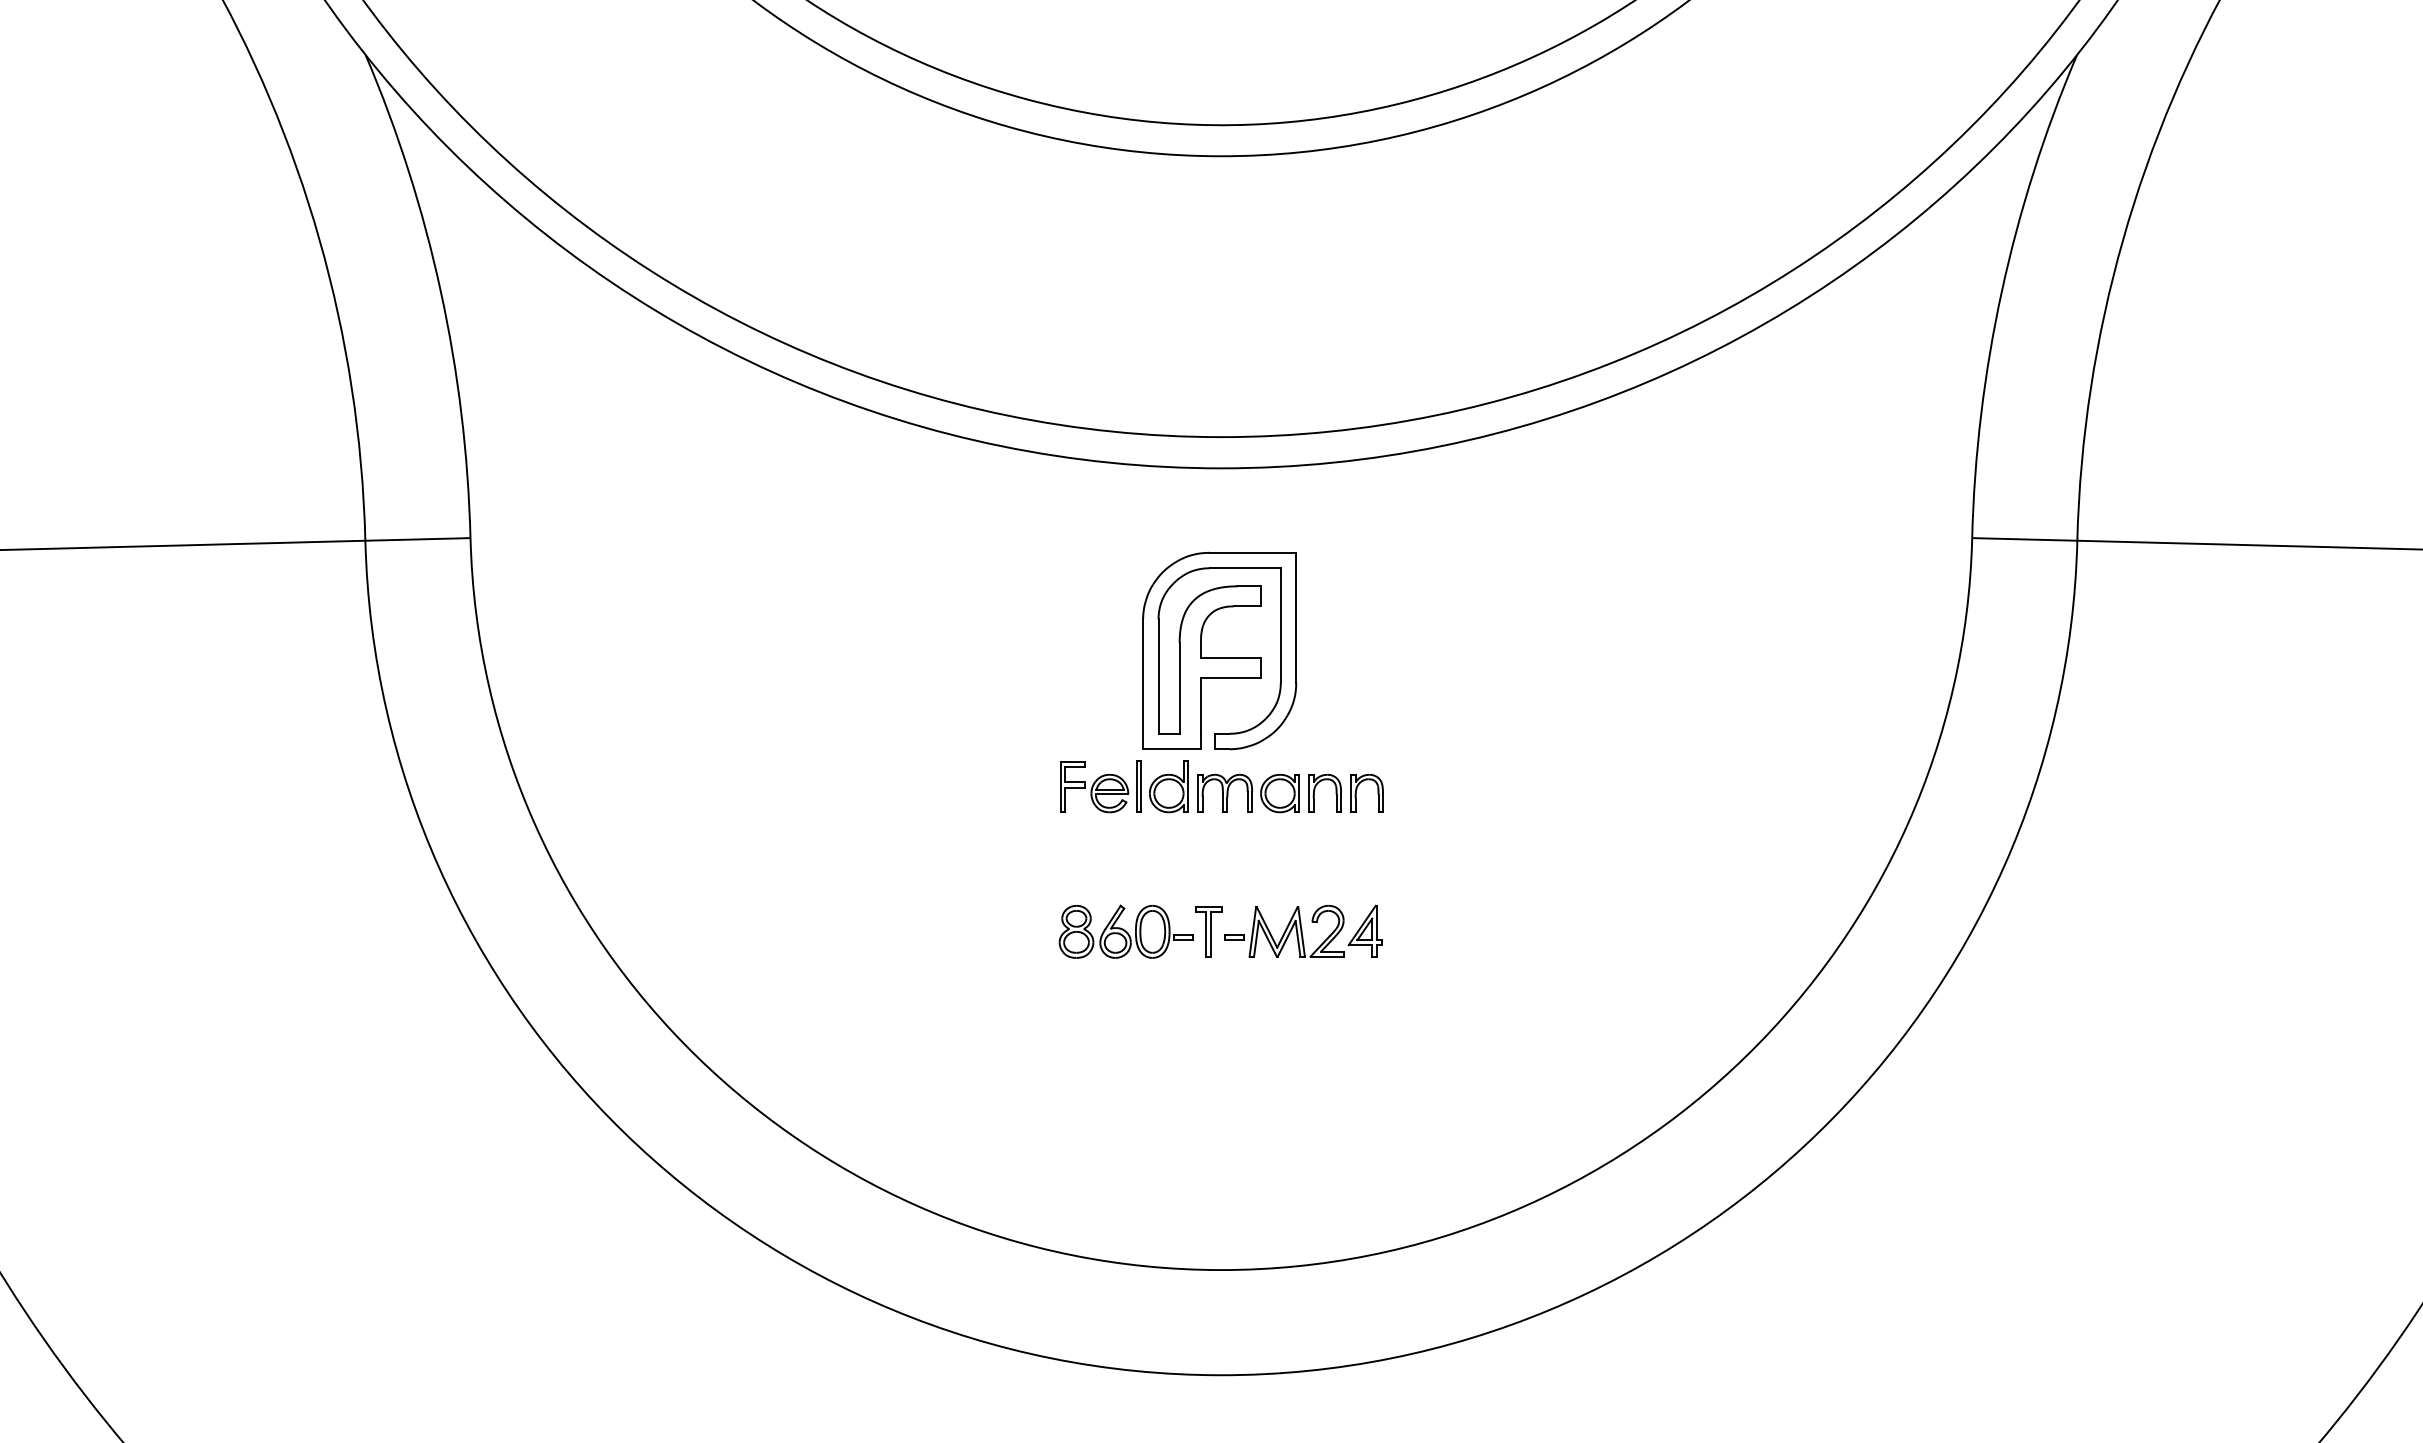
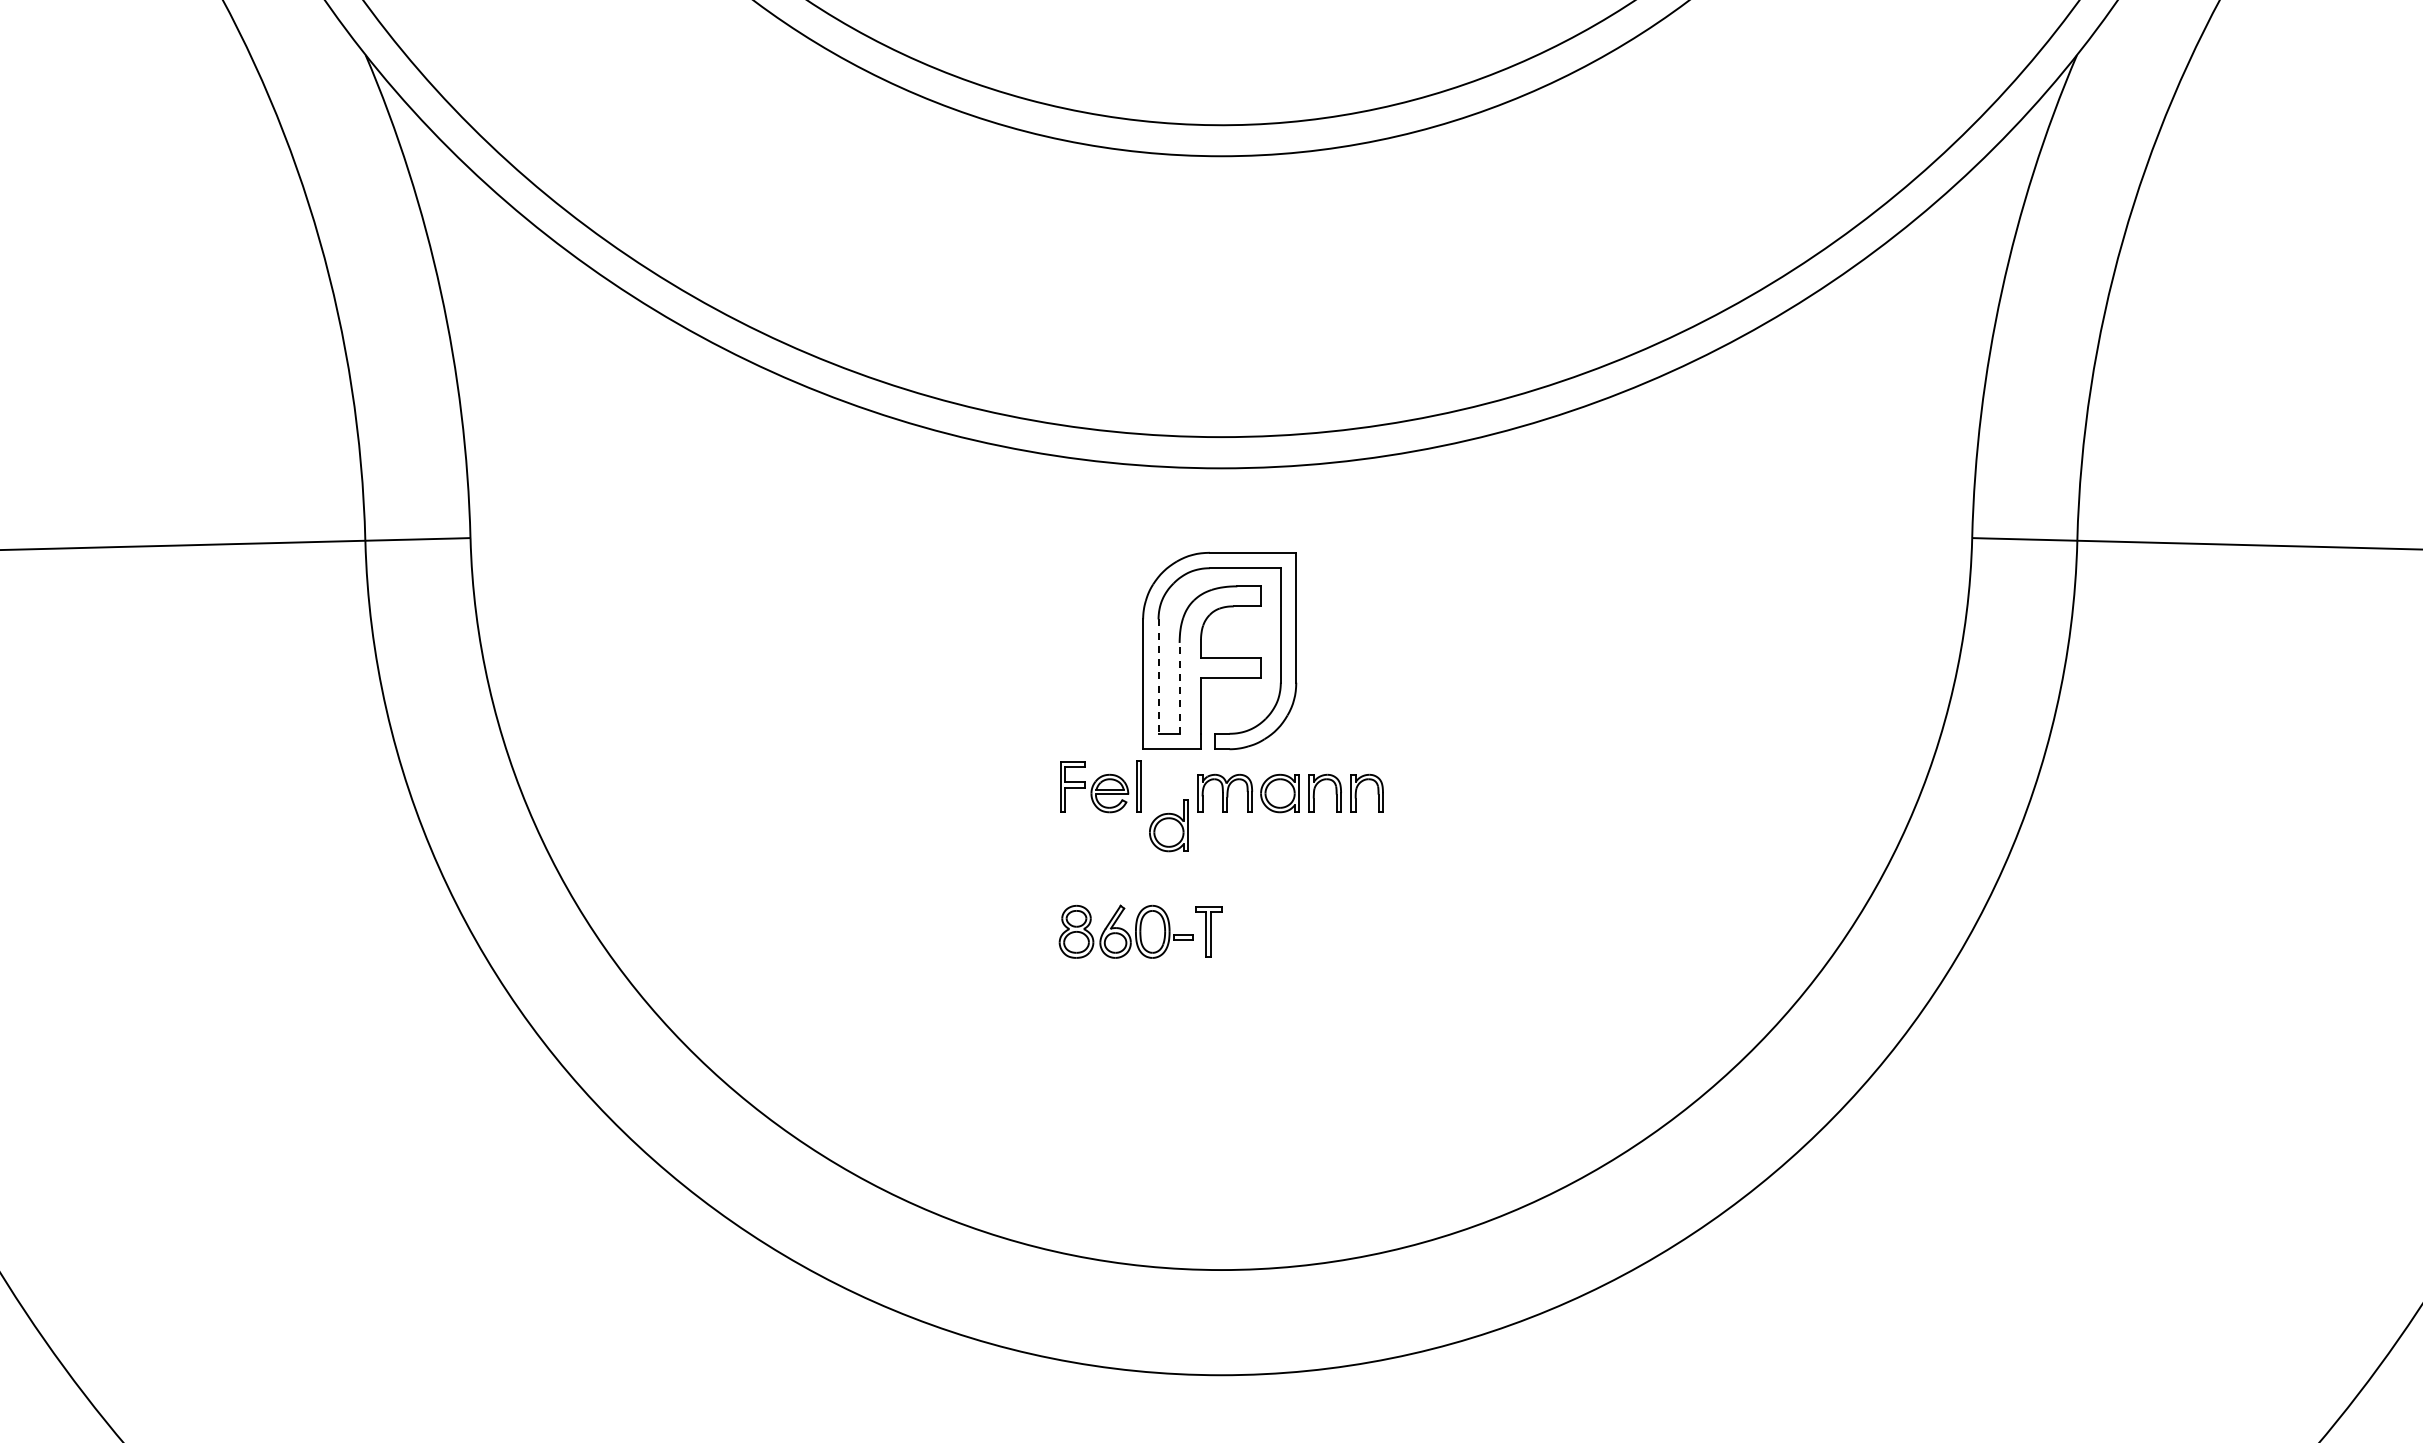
line at (1158, 677): solid -> dashed
line at (1179, 687): solid -> dashed
part at (1168, 786) position: (1168, 786) -> (1168, 825)
part at (1303, 930): present -> none
